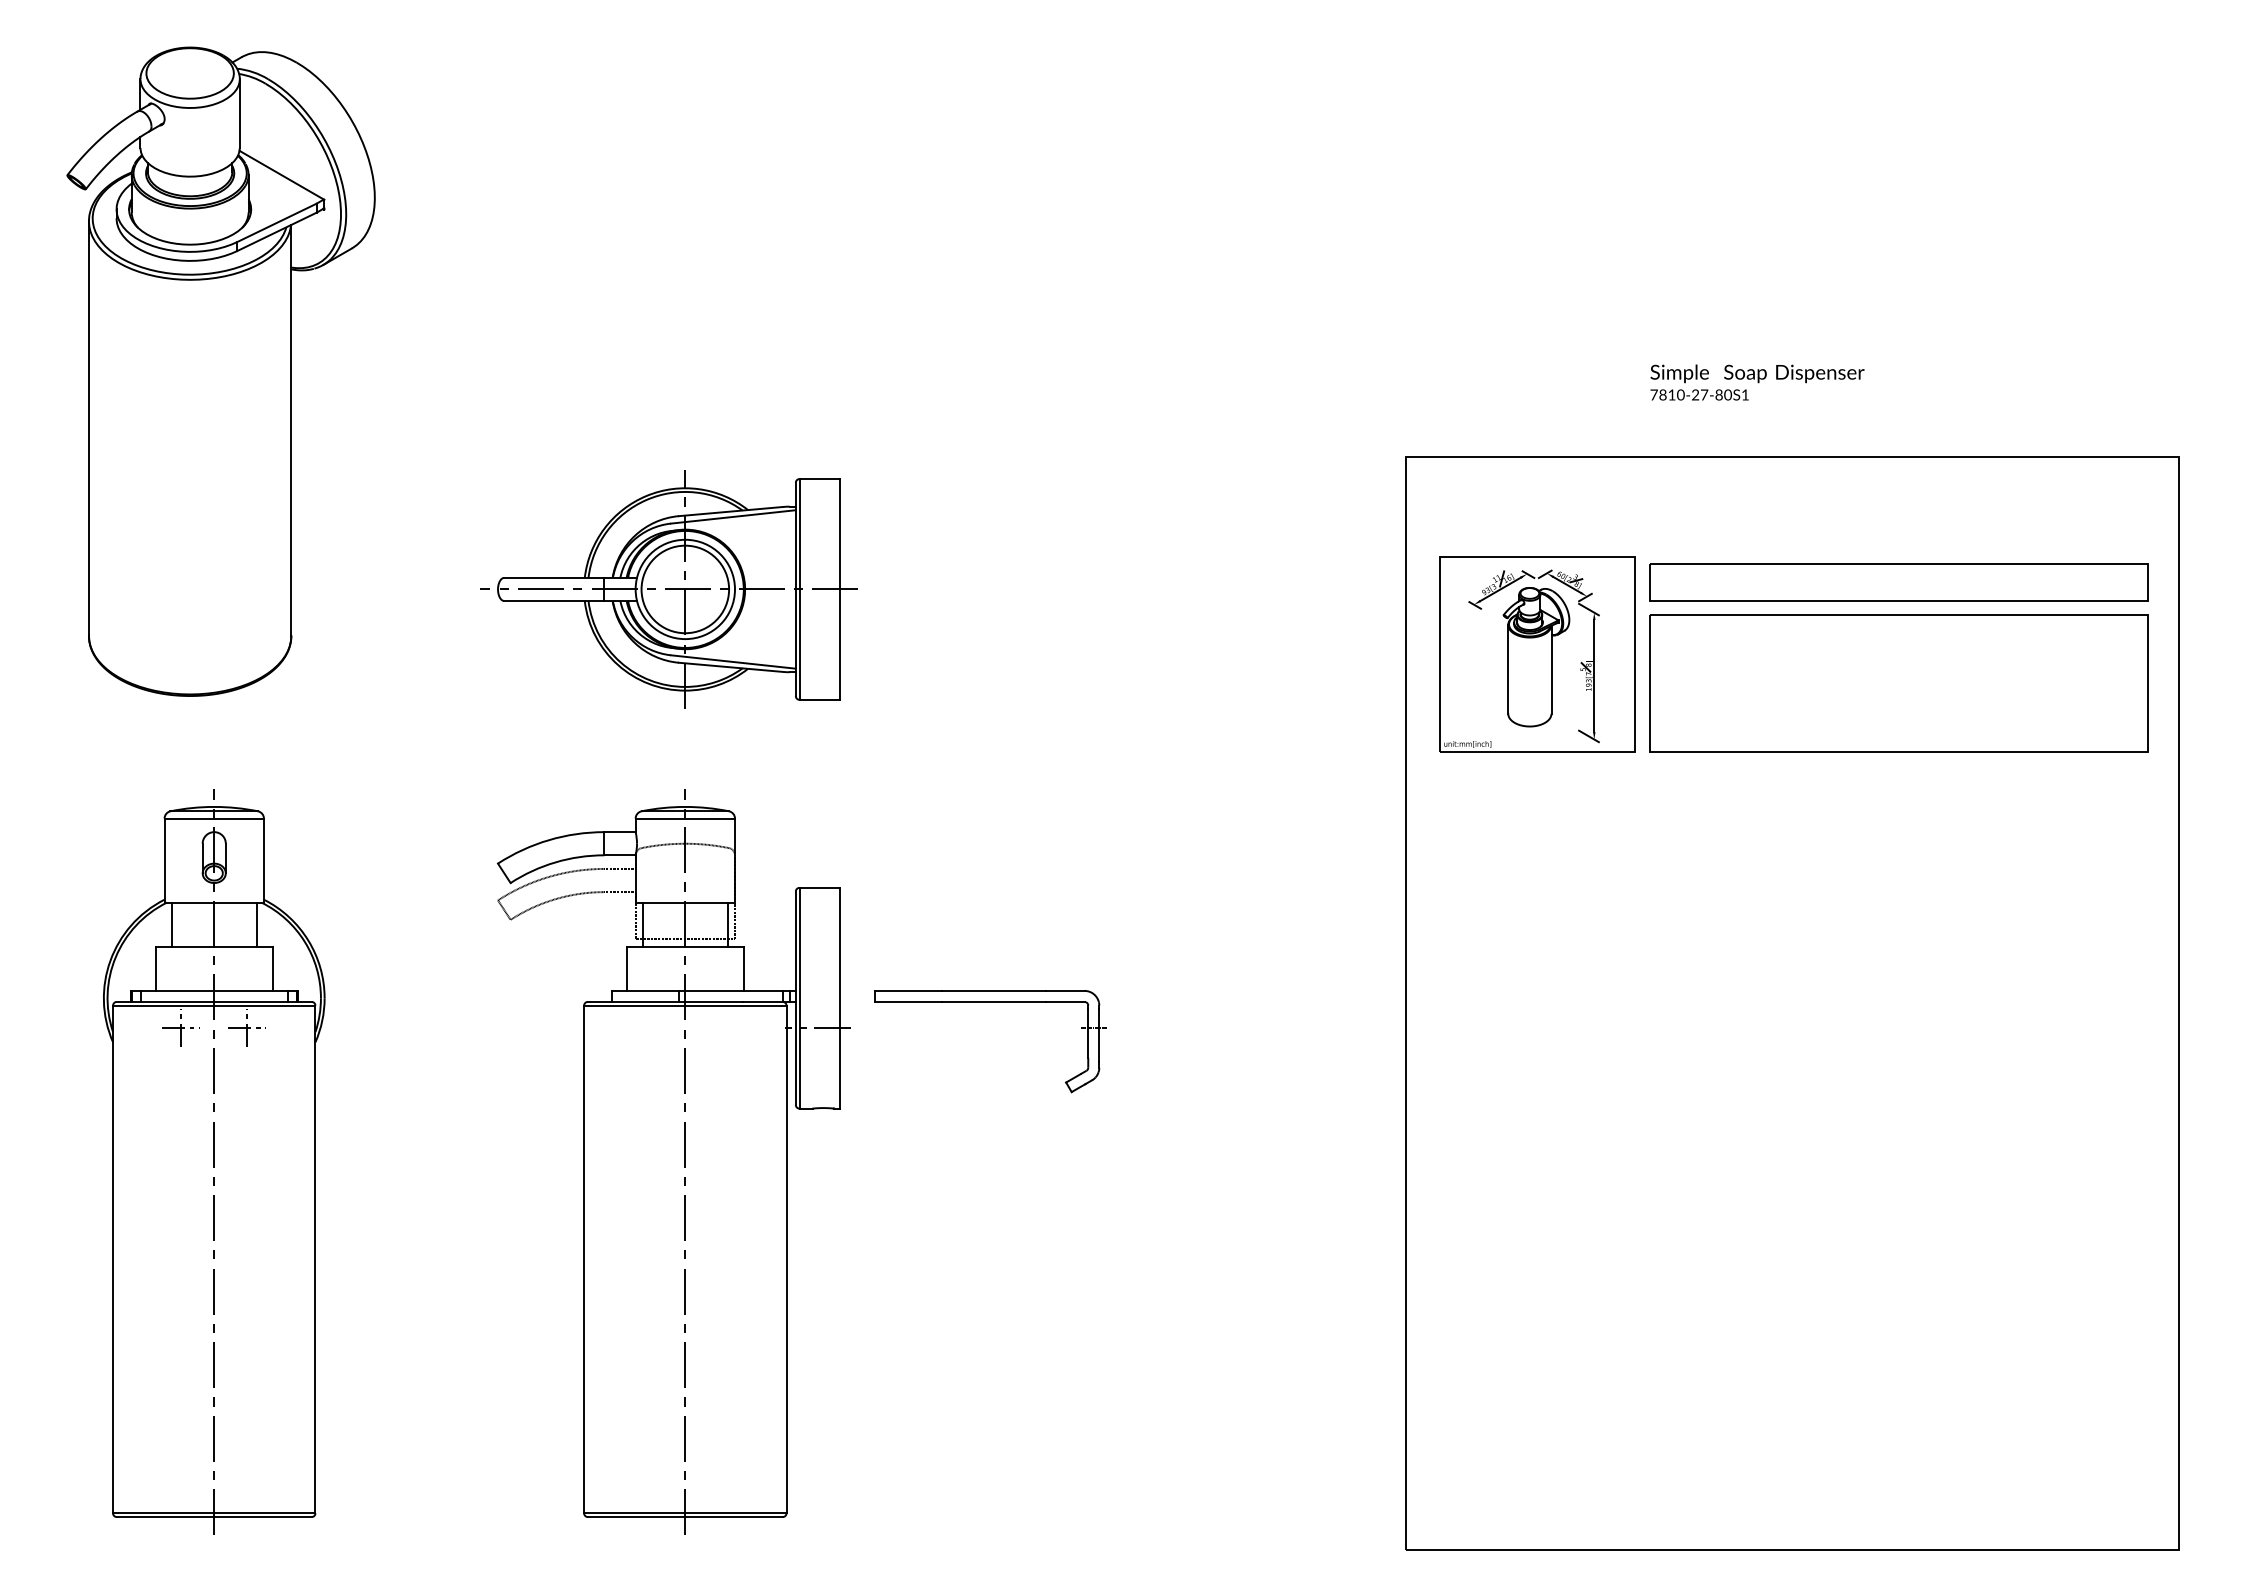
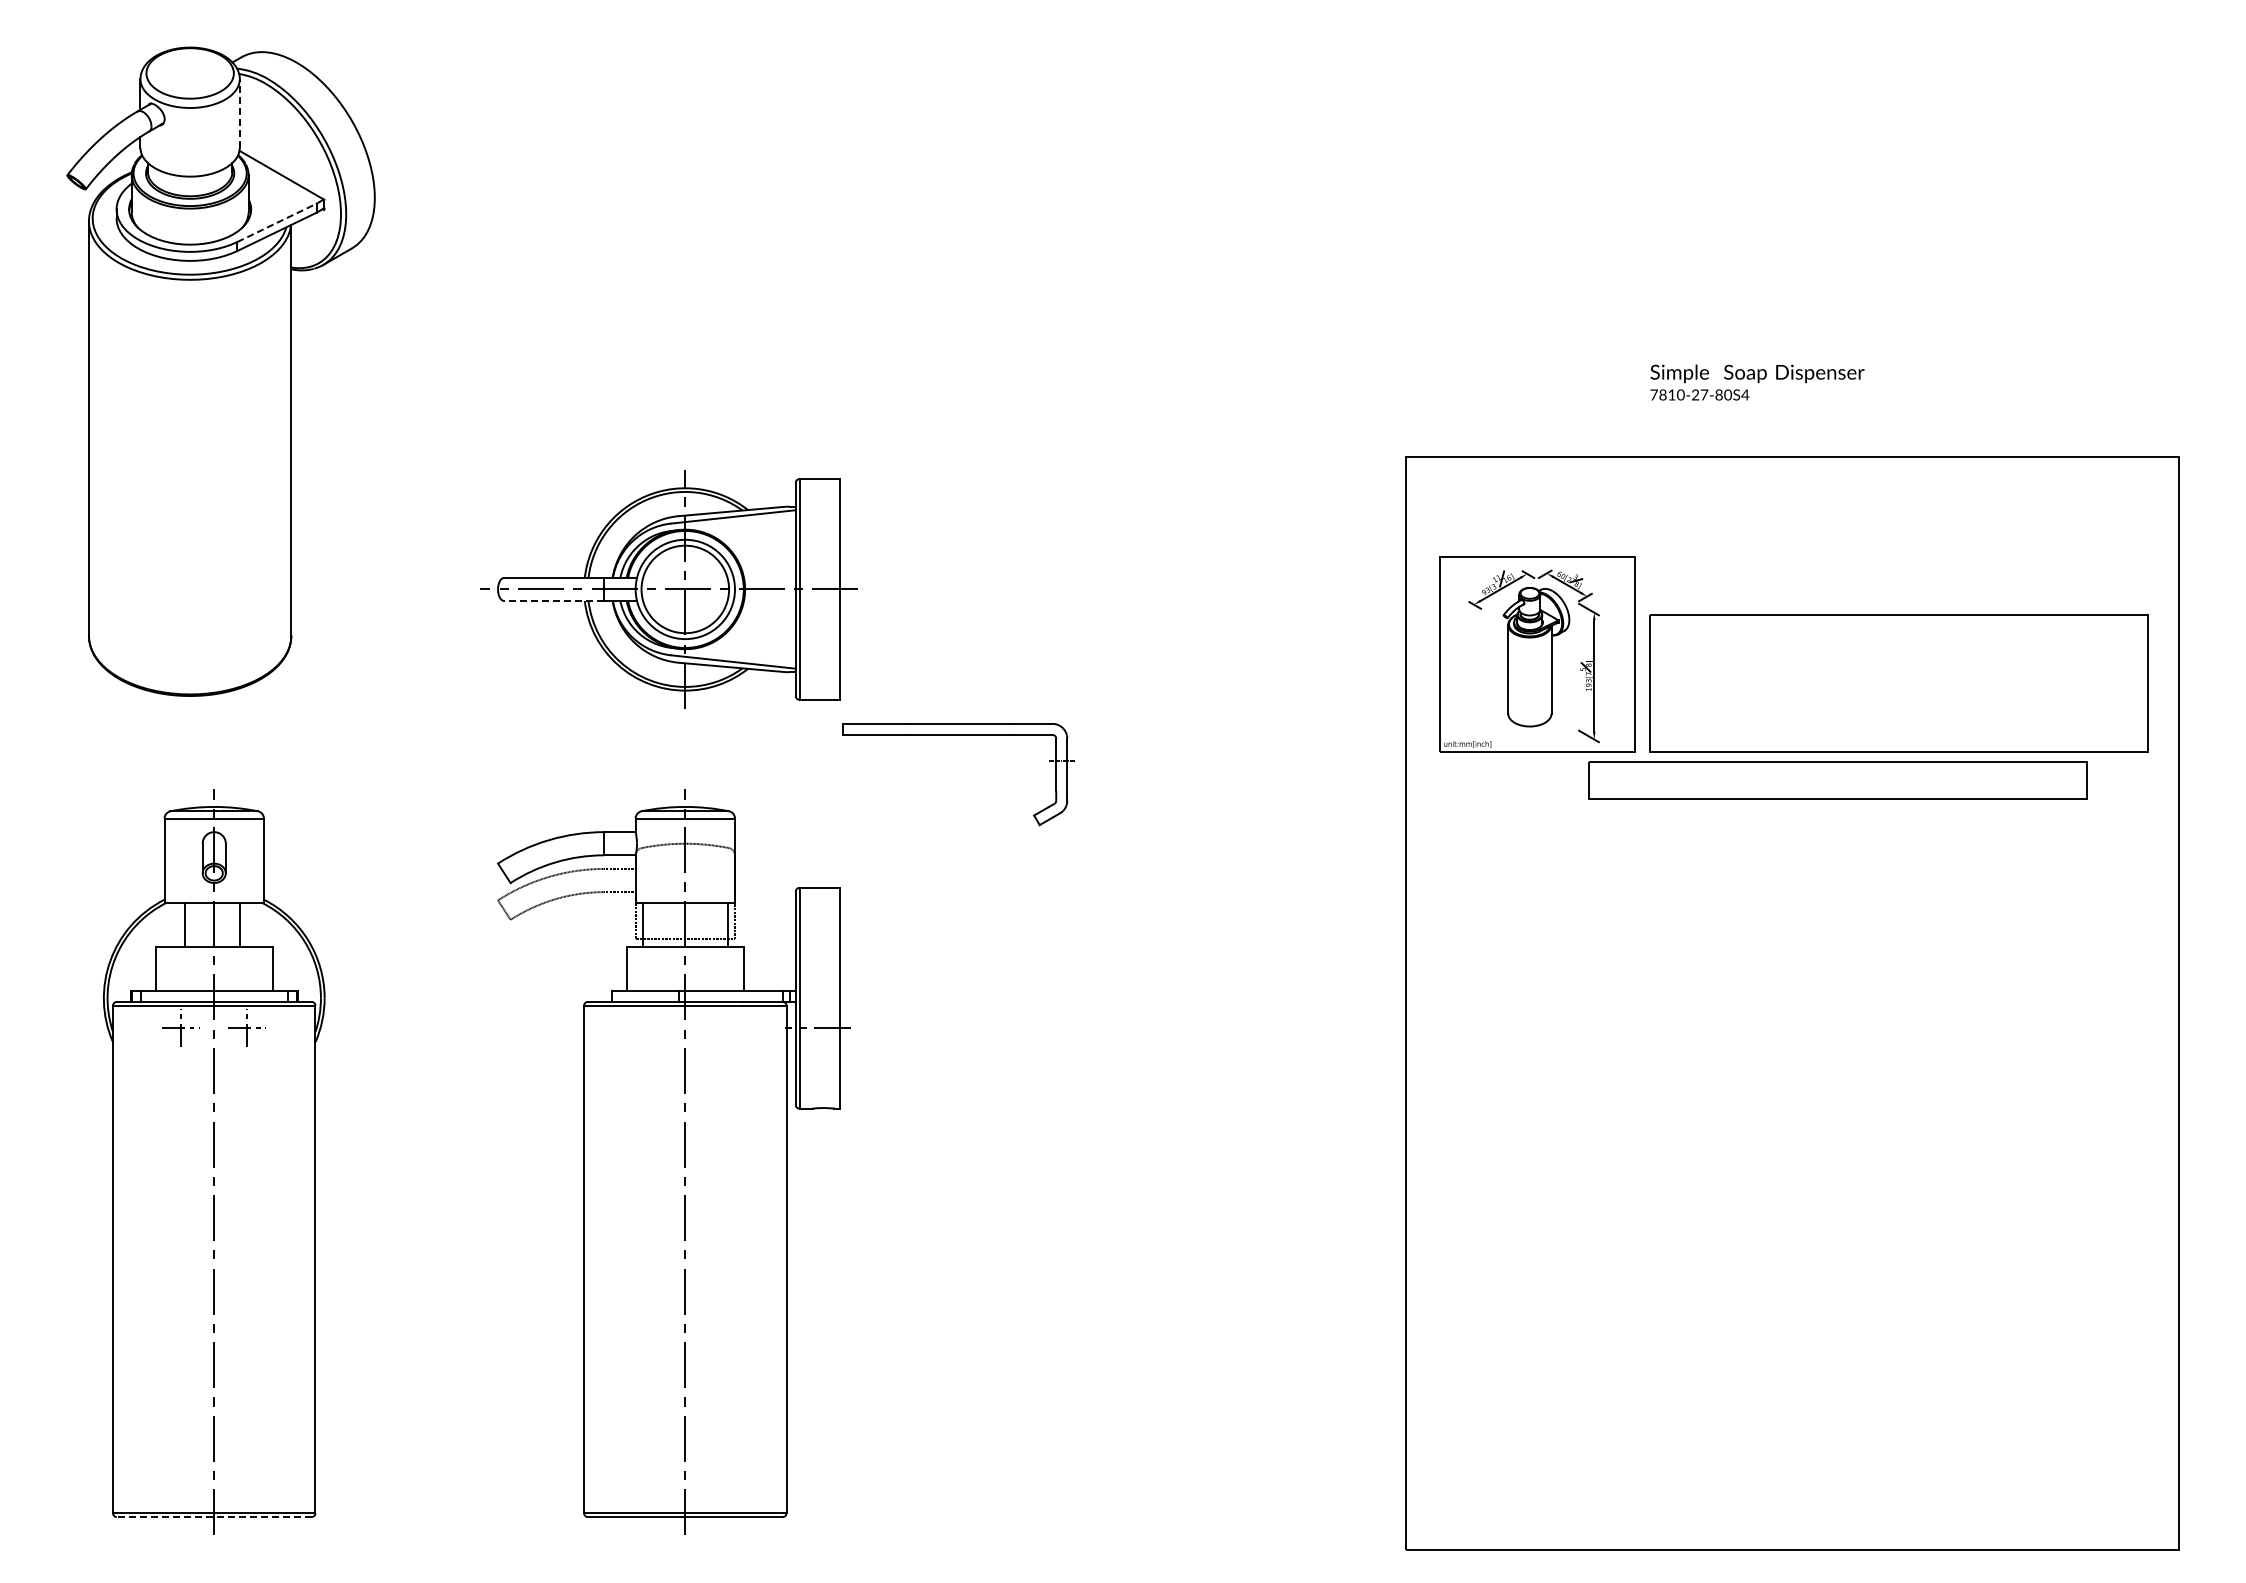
line at (239, 113): solid -> dashed
line at (277, 222): solid -> dashed
text at (1745, 394): 7810-27-80S1 -> 7810-27-80S4
part at (1898, 582) position: (1898, 582) -> (1837, 780)
line at (553, 601): solid -> dashed
line at (171, 924) position: (171, 924) -> (184, 924)
line at (256, 924) position: (256, 924) -> (239, 924)
part at (990, 1002) position: (990, 1002) -> (958, 735)
line at (214, 1517): solid -> dashed
